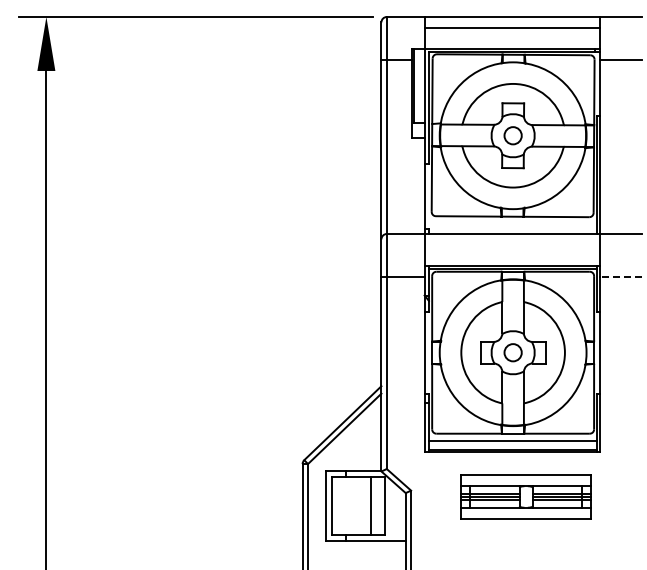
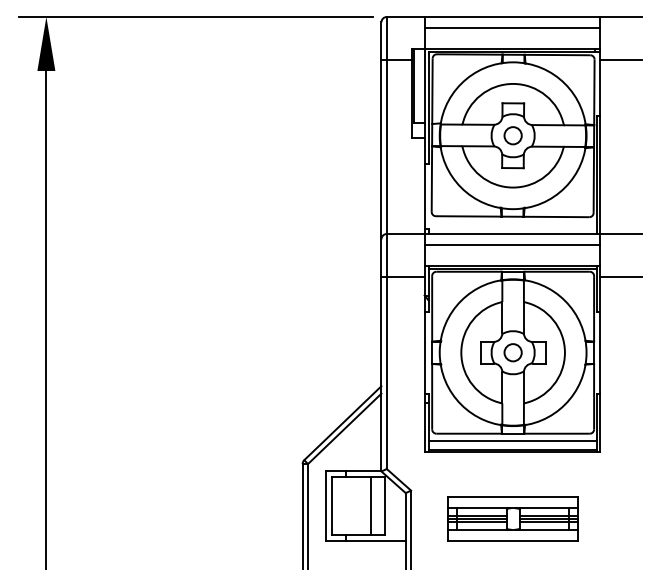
line at (511, 244): none -> present
line at (620, 277): dashed -> solid
part at (525, 496) position: (525, 496) -> (512, 518)
